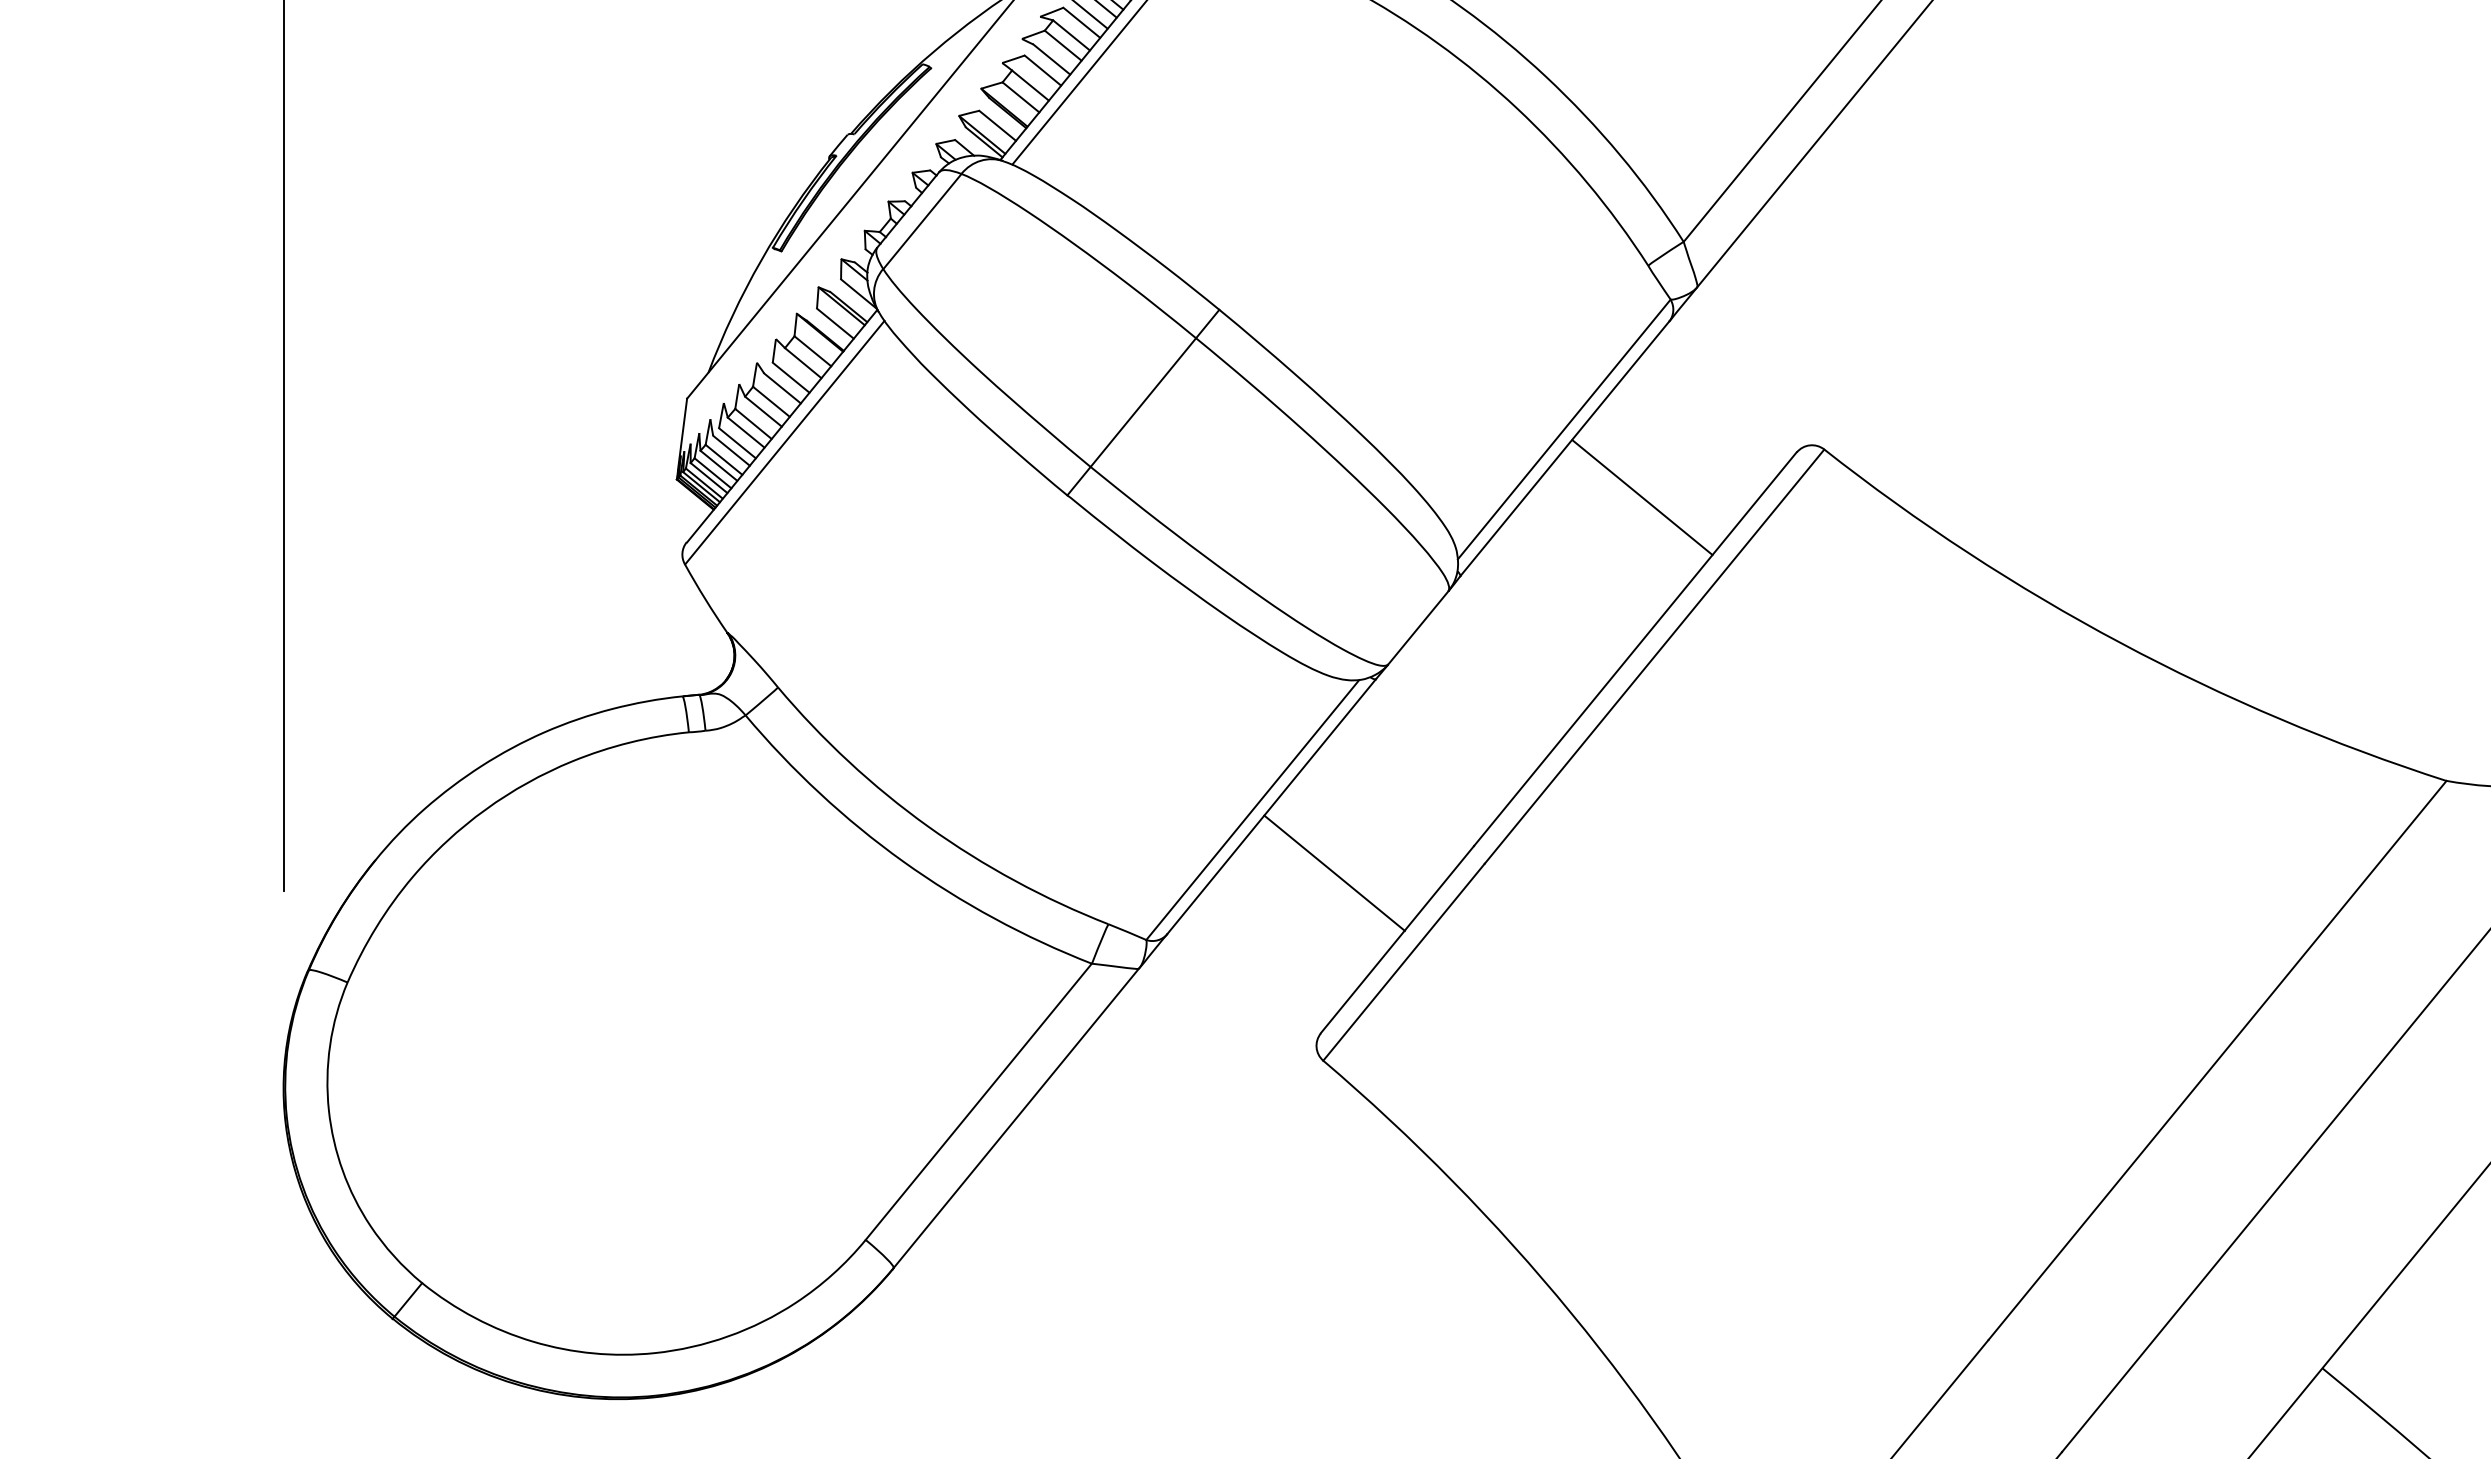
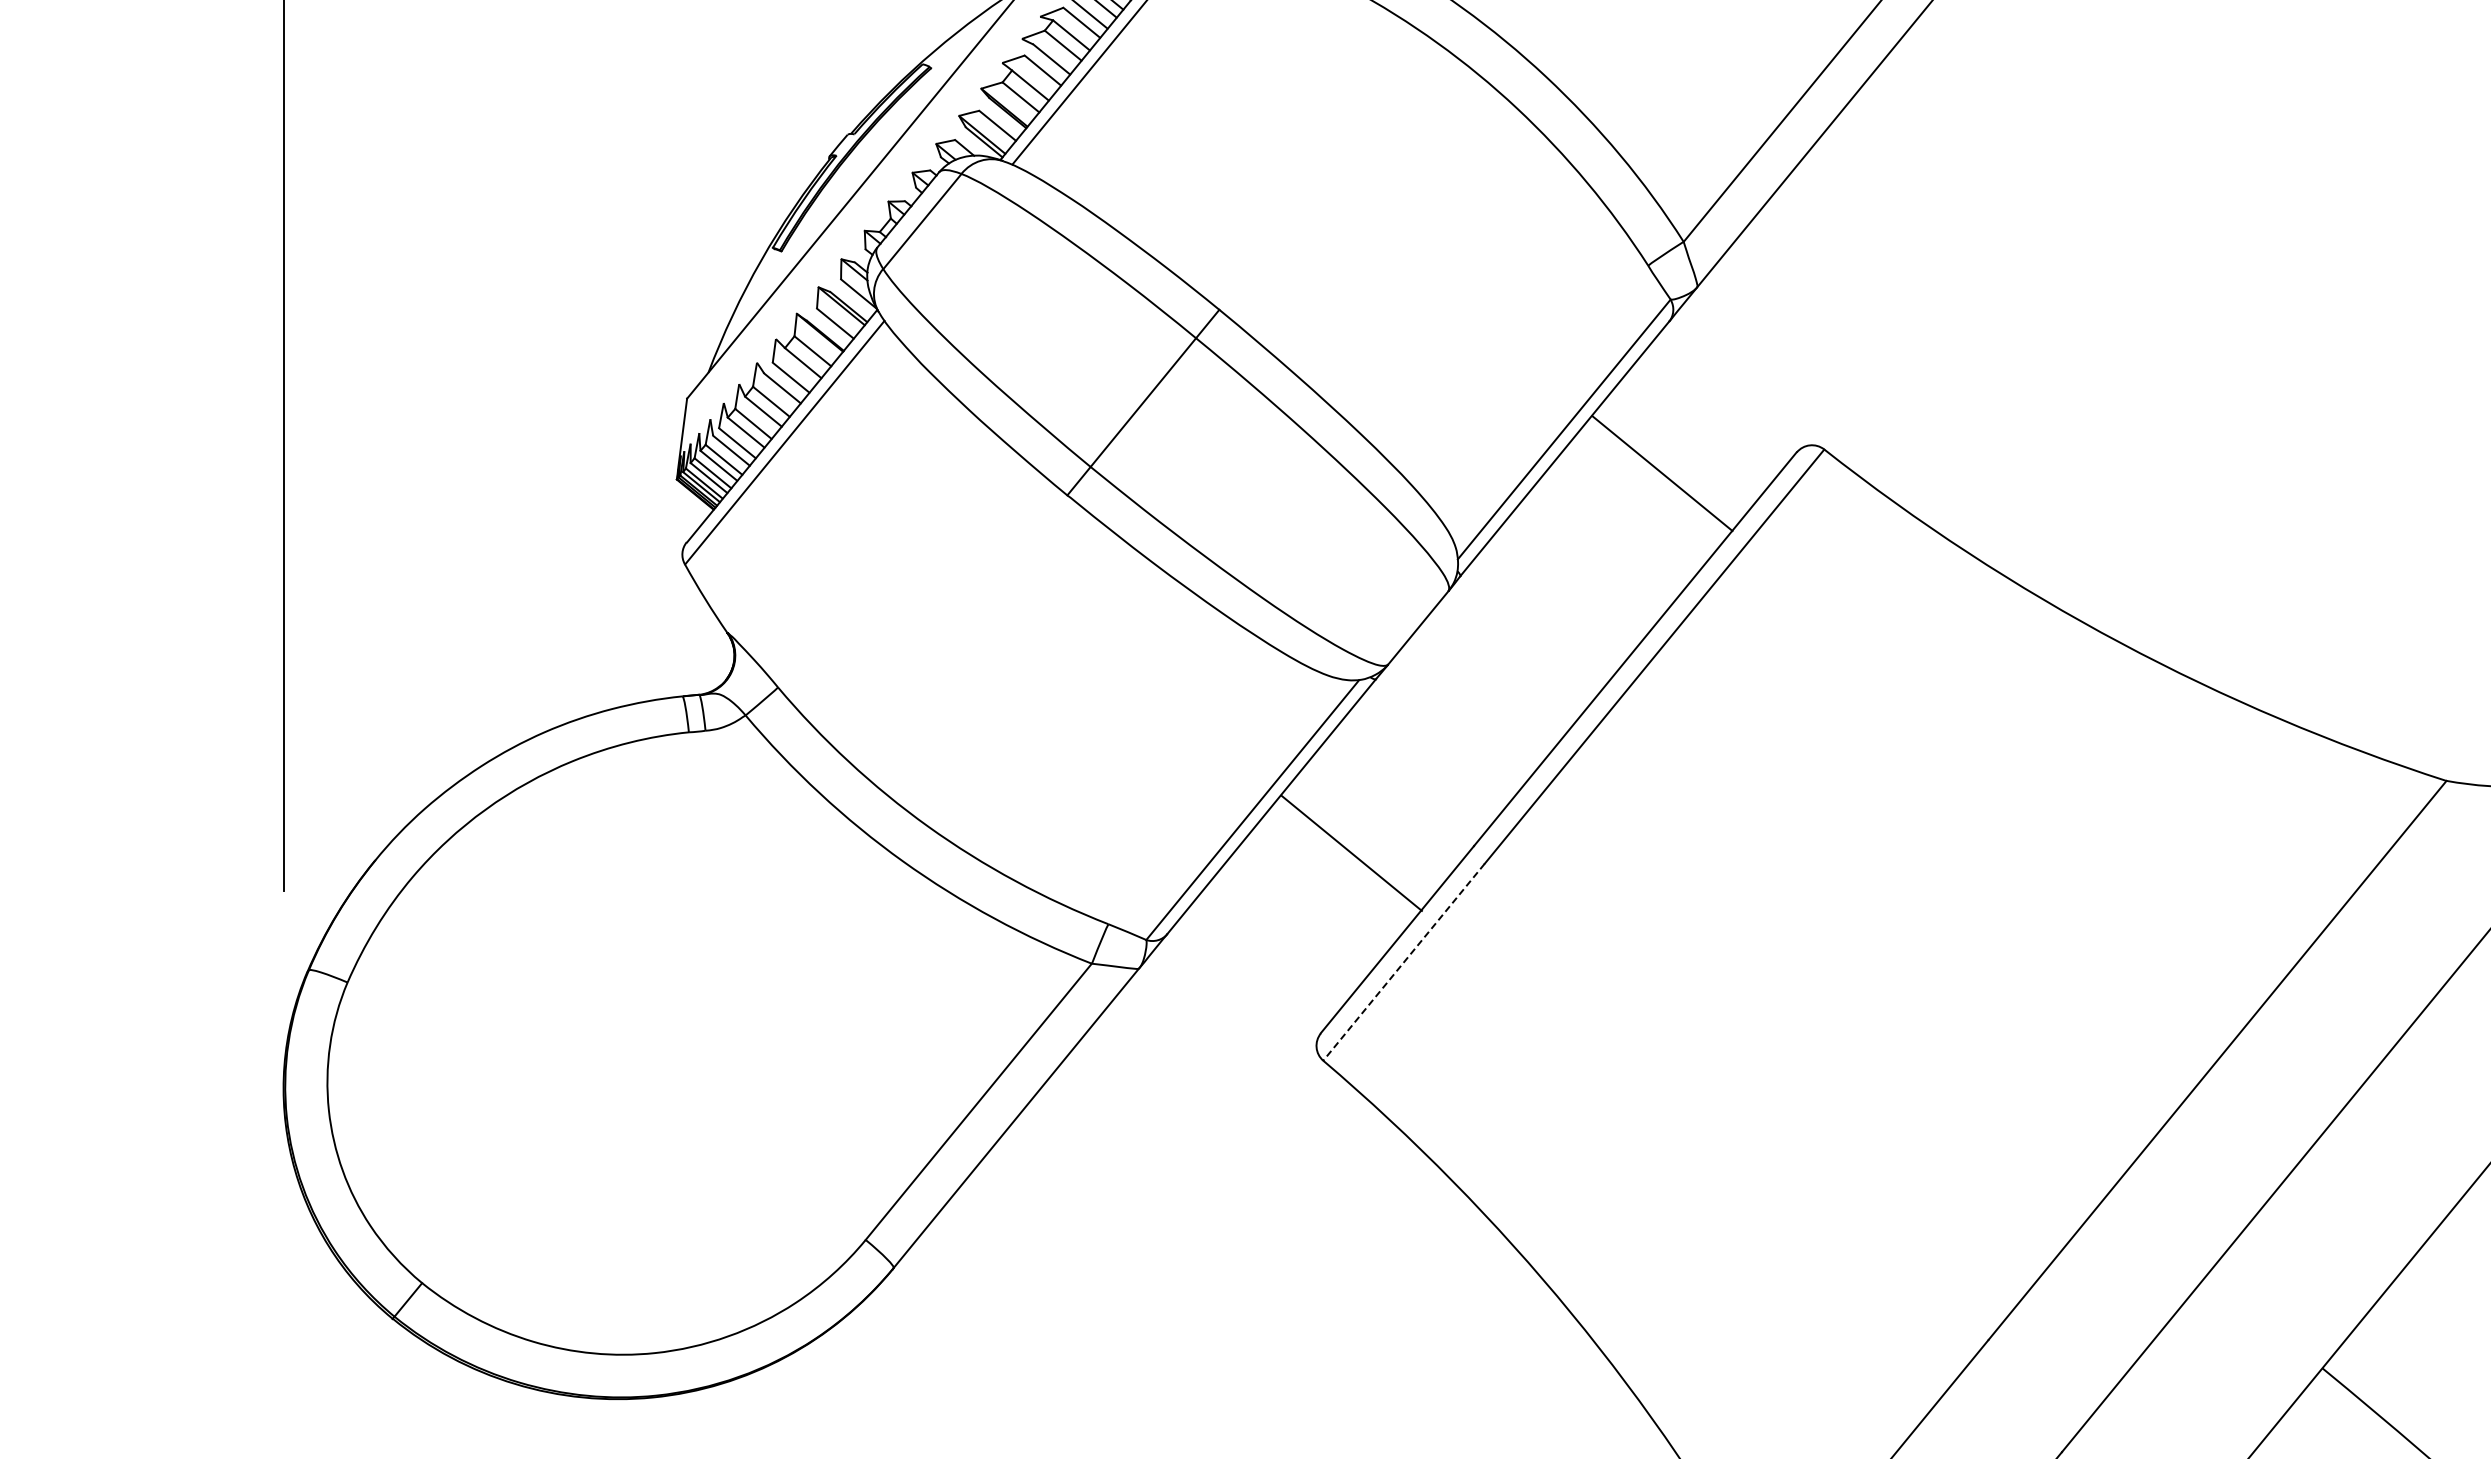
line at (1642, 497) position: (1642, 497) -> (1662, 473)
line at (1334, 872) position: (1334, 872) -> (1351, 852)
line at (1403, 962): solid -> dashed
